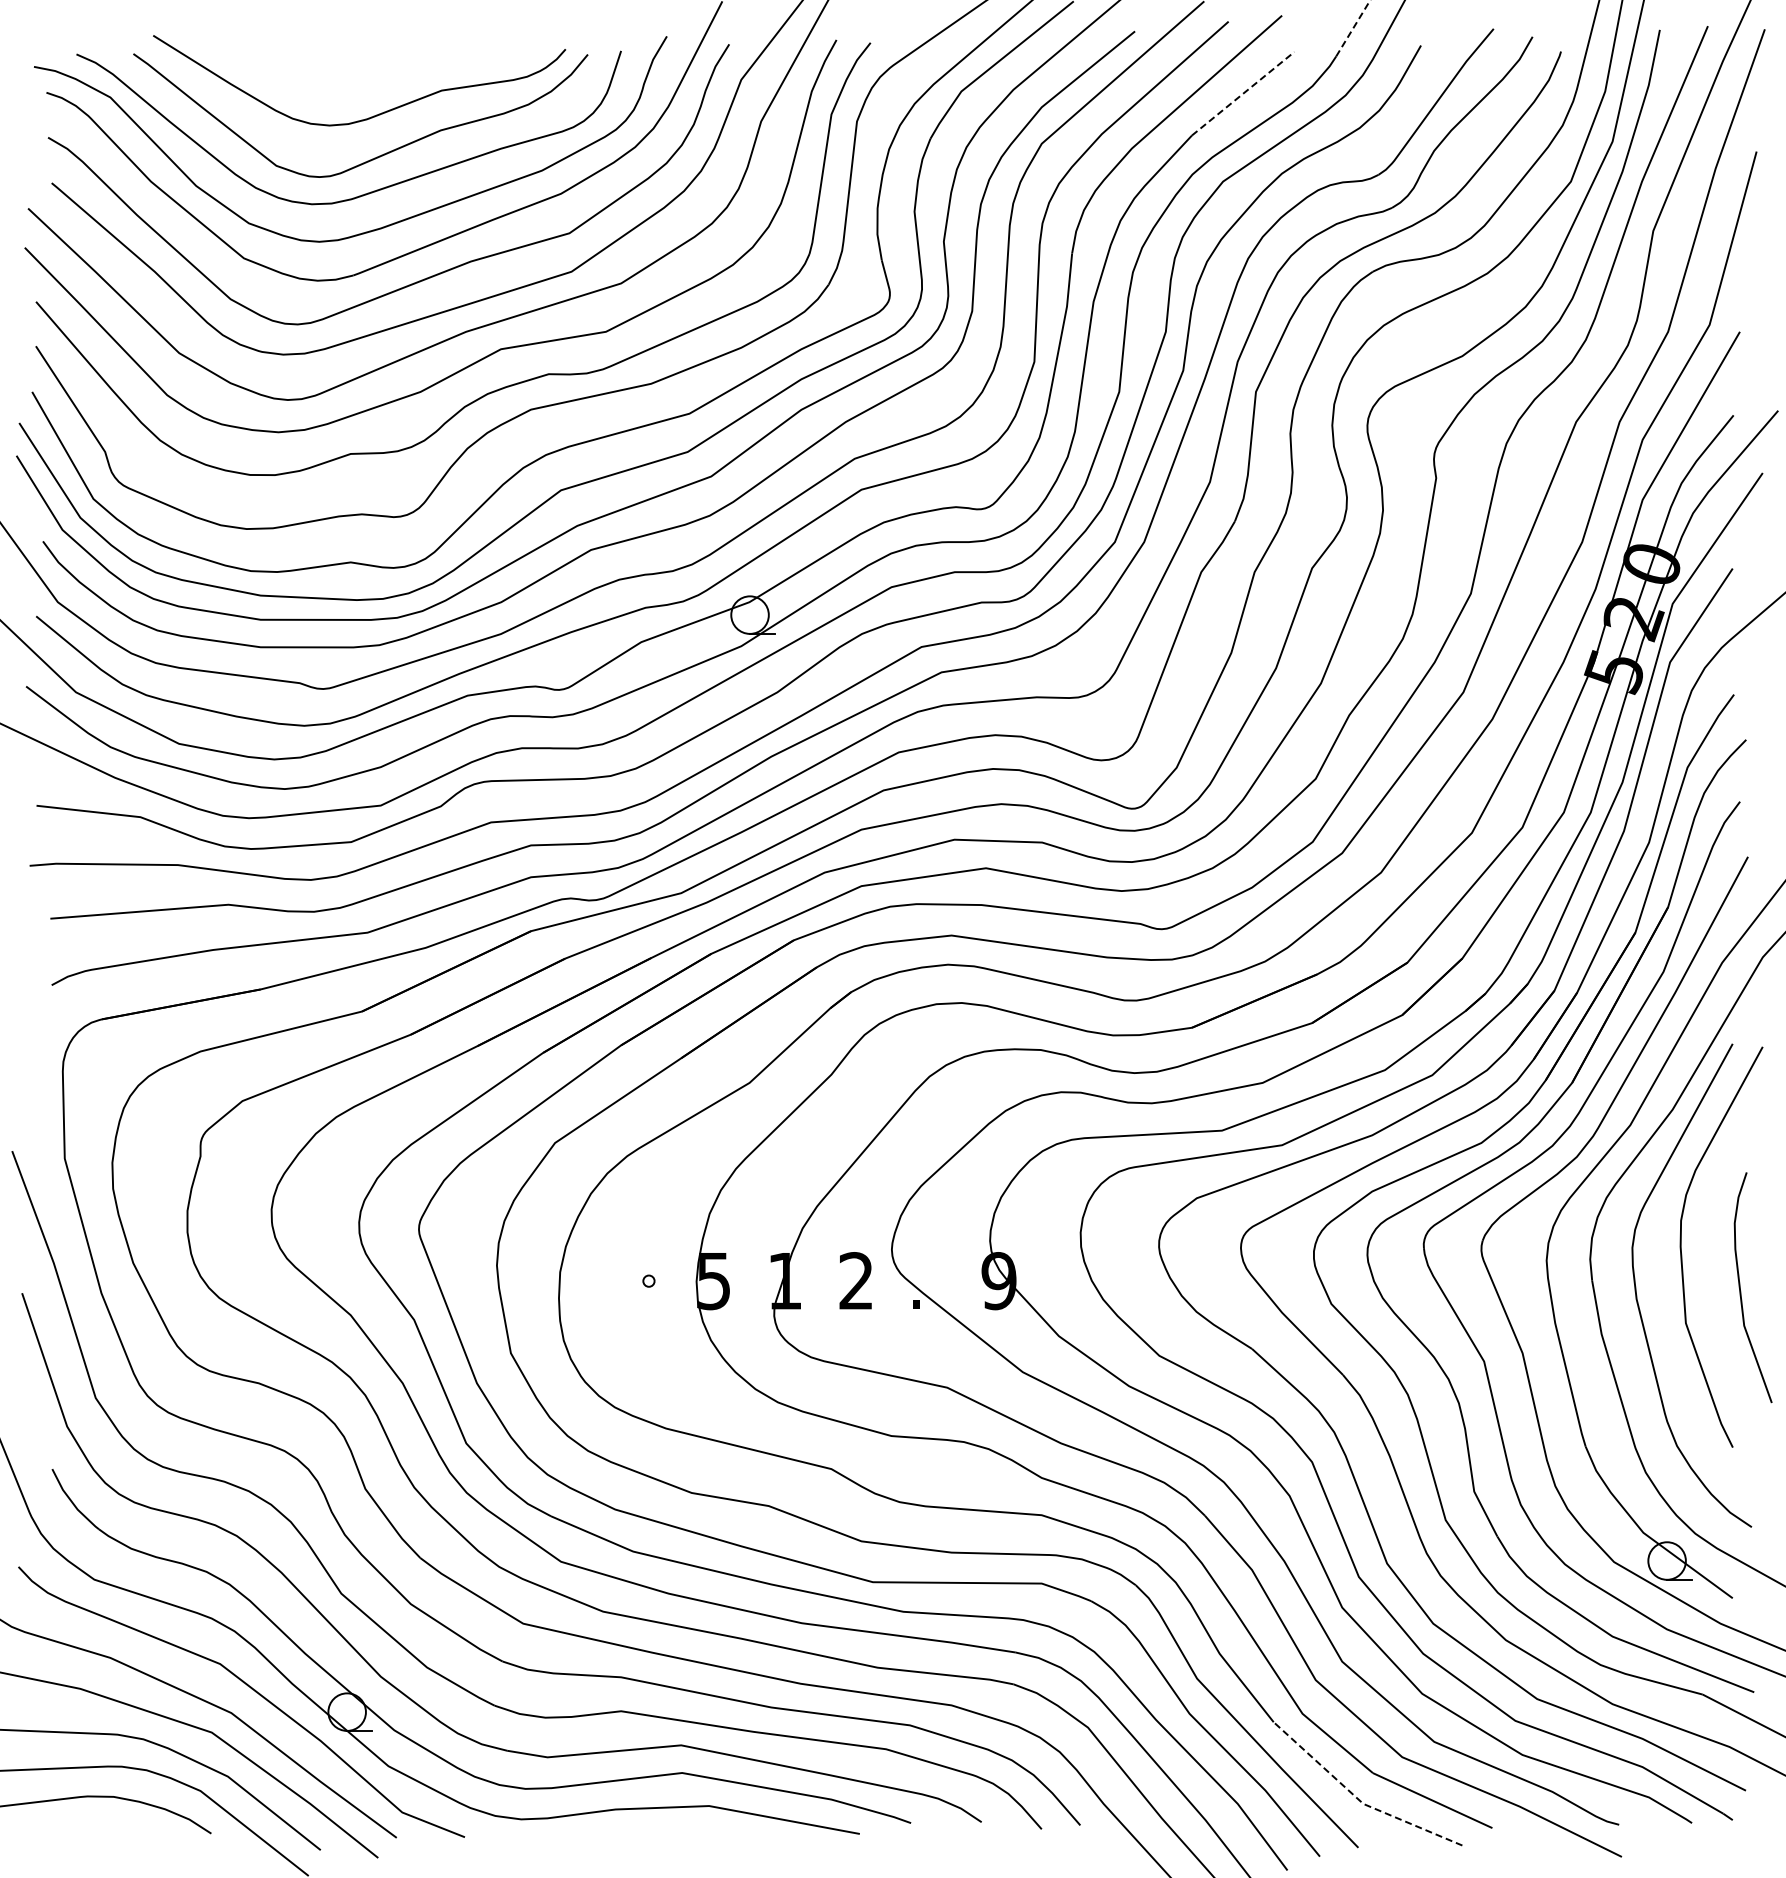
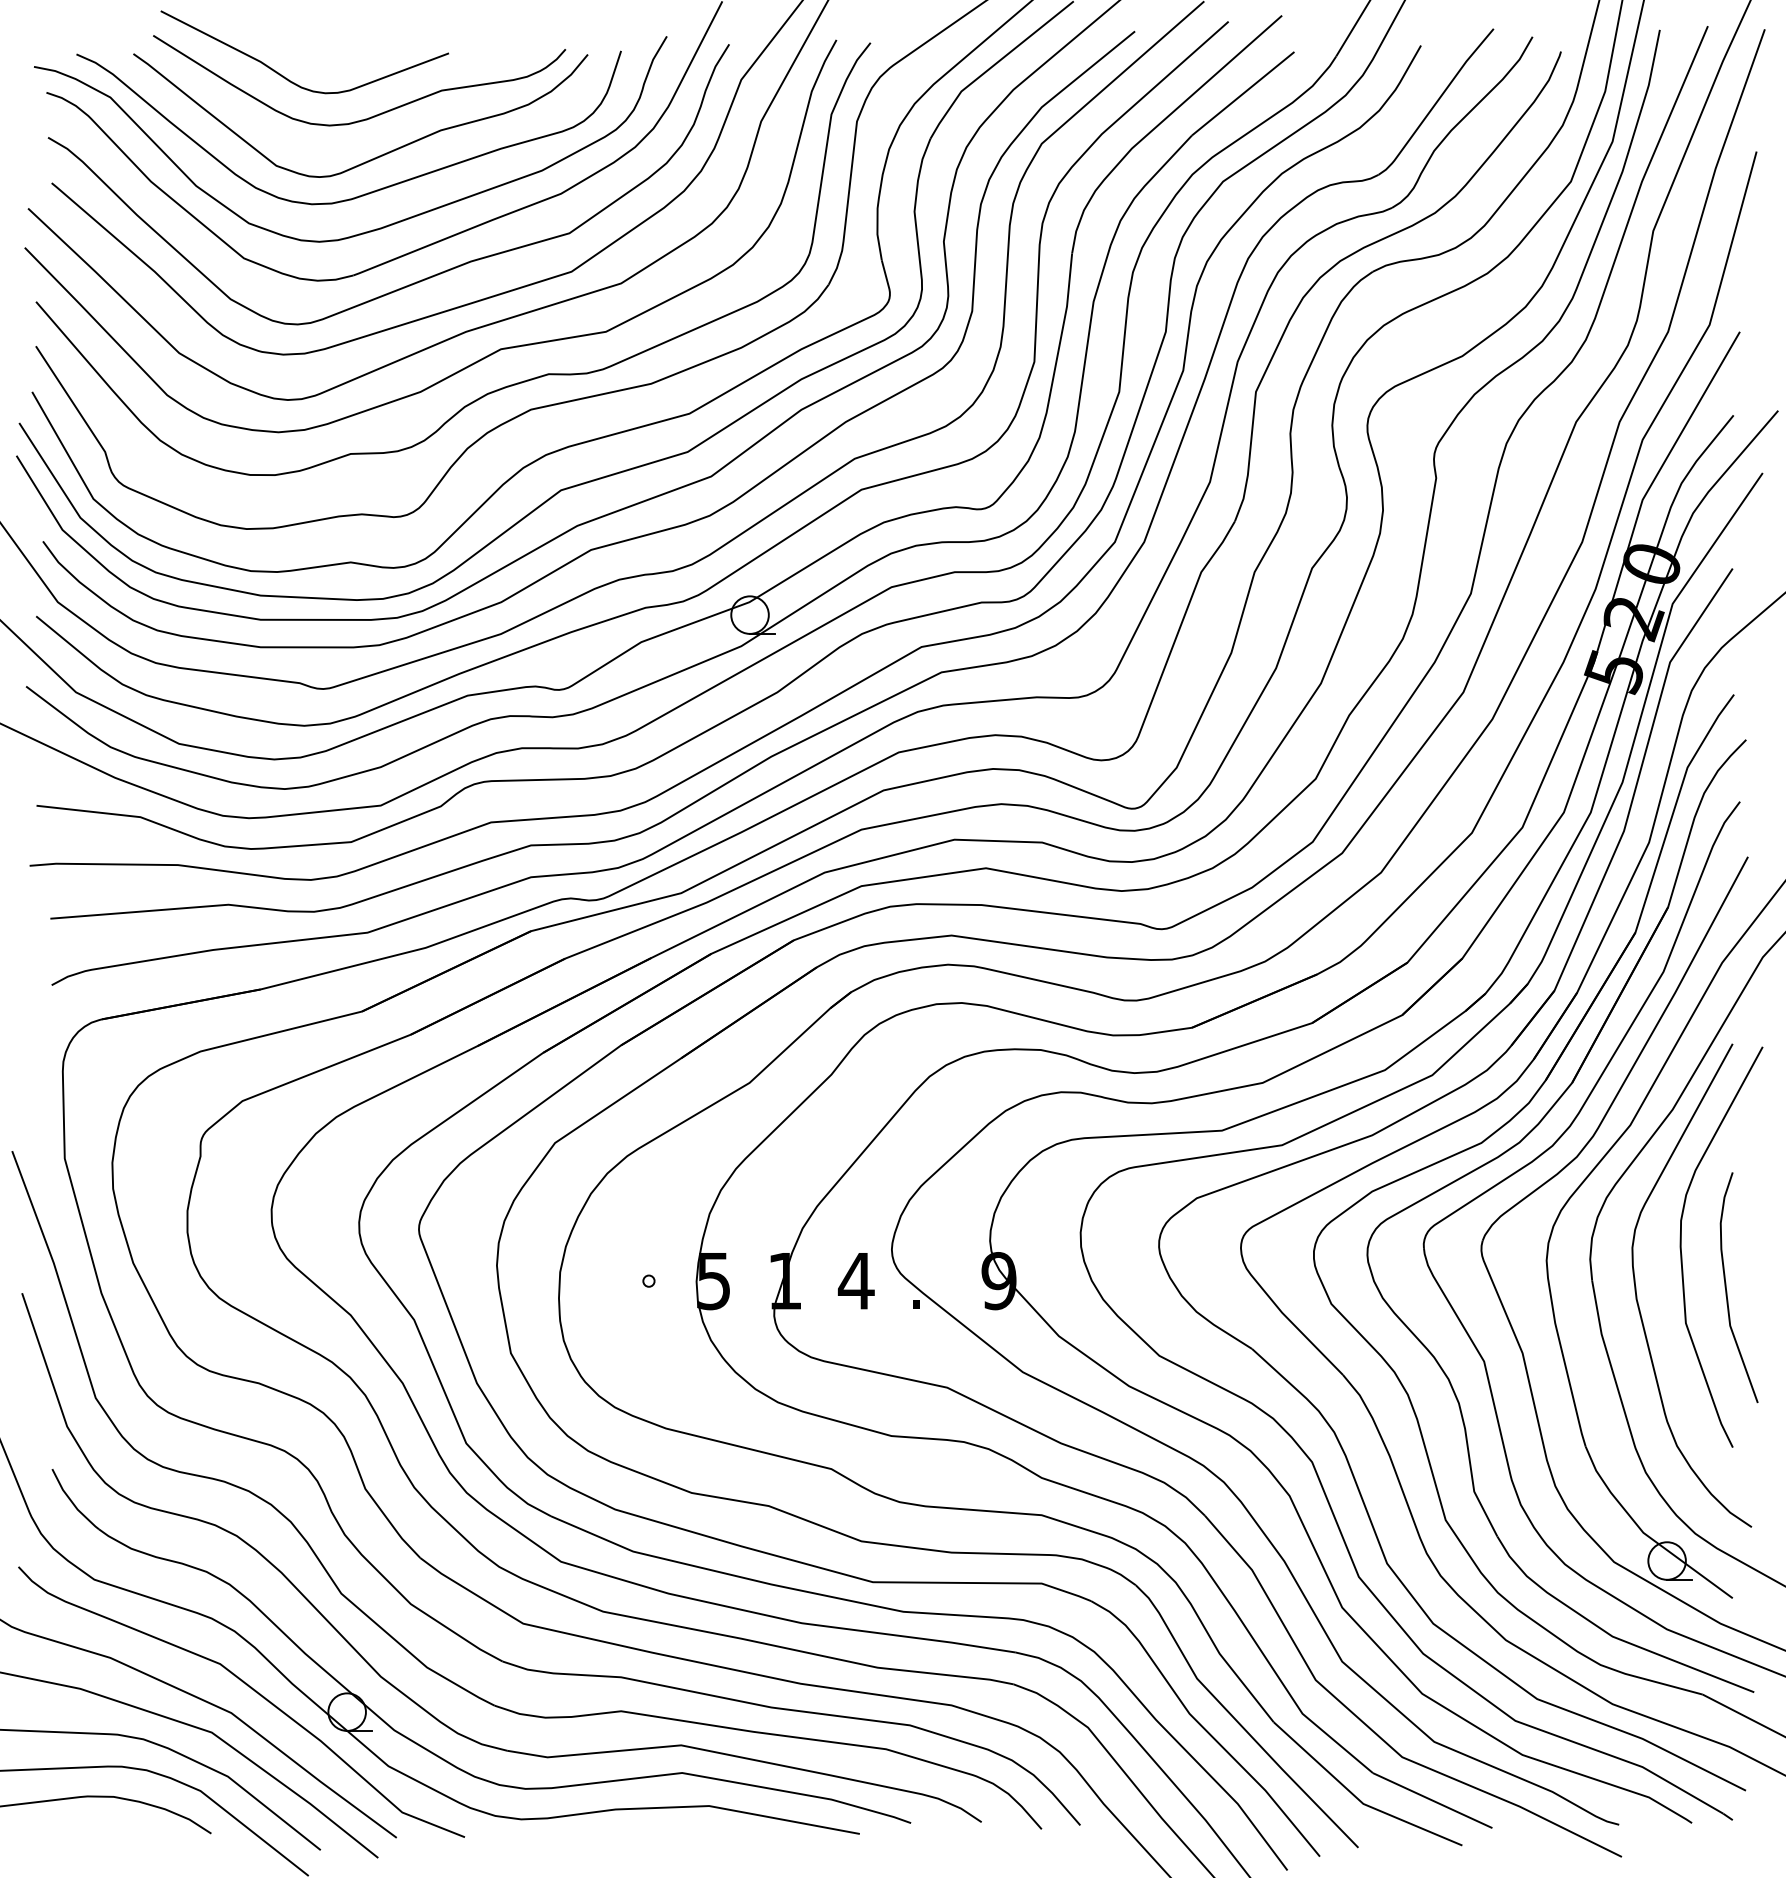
line at (1353, 28): dashed -> solid
curve at (286, 77): none -> present
line at (1243, 93): dashed -> solid
text at (855, 1280): 2 -> 4
curve at (1741, 1291) position: (1741, 1291) -> (1727, 1291)
line at (1358, 1799): dashed -> solid
